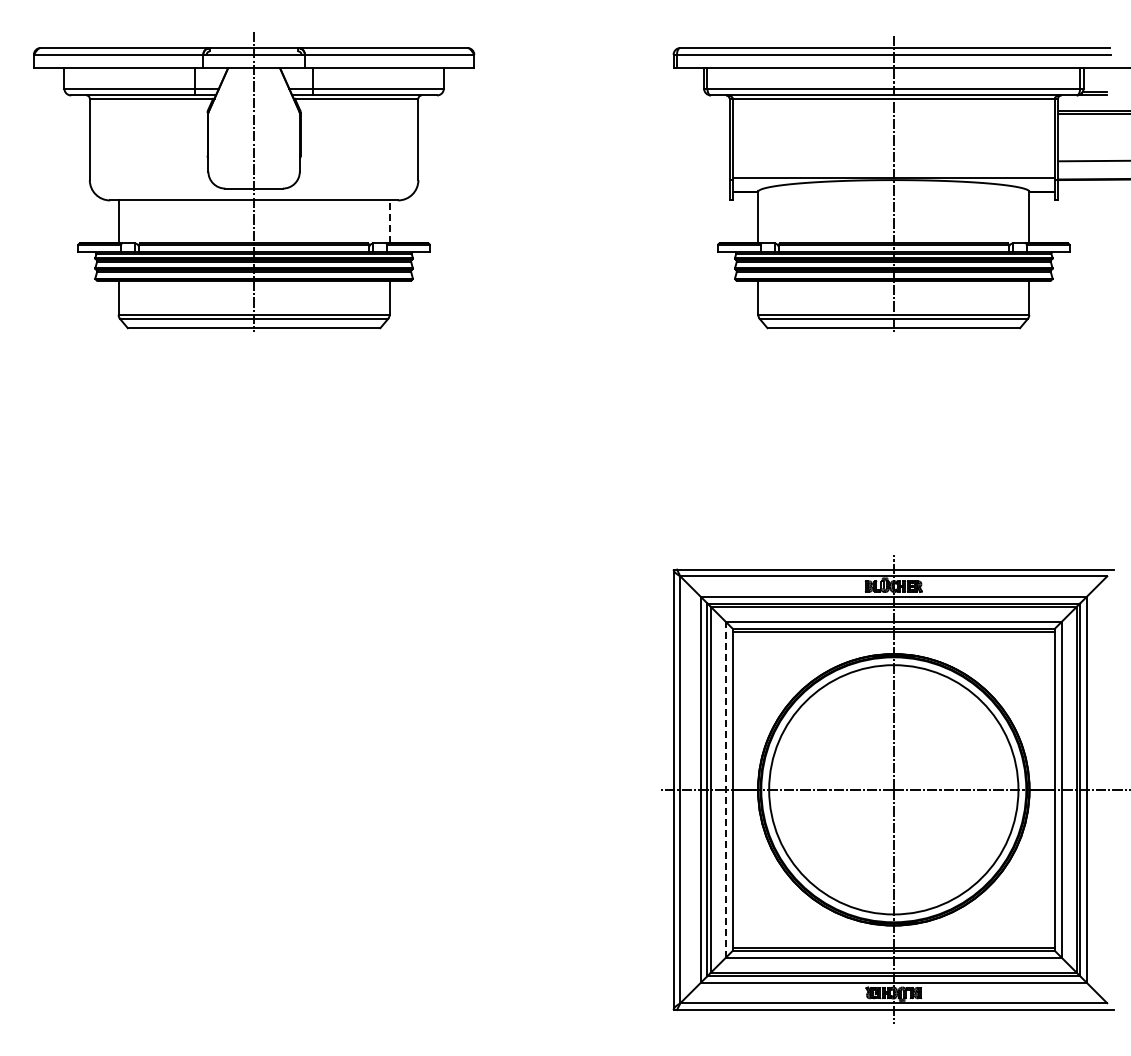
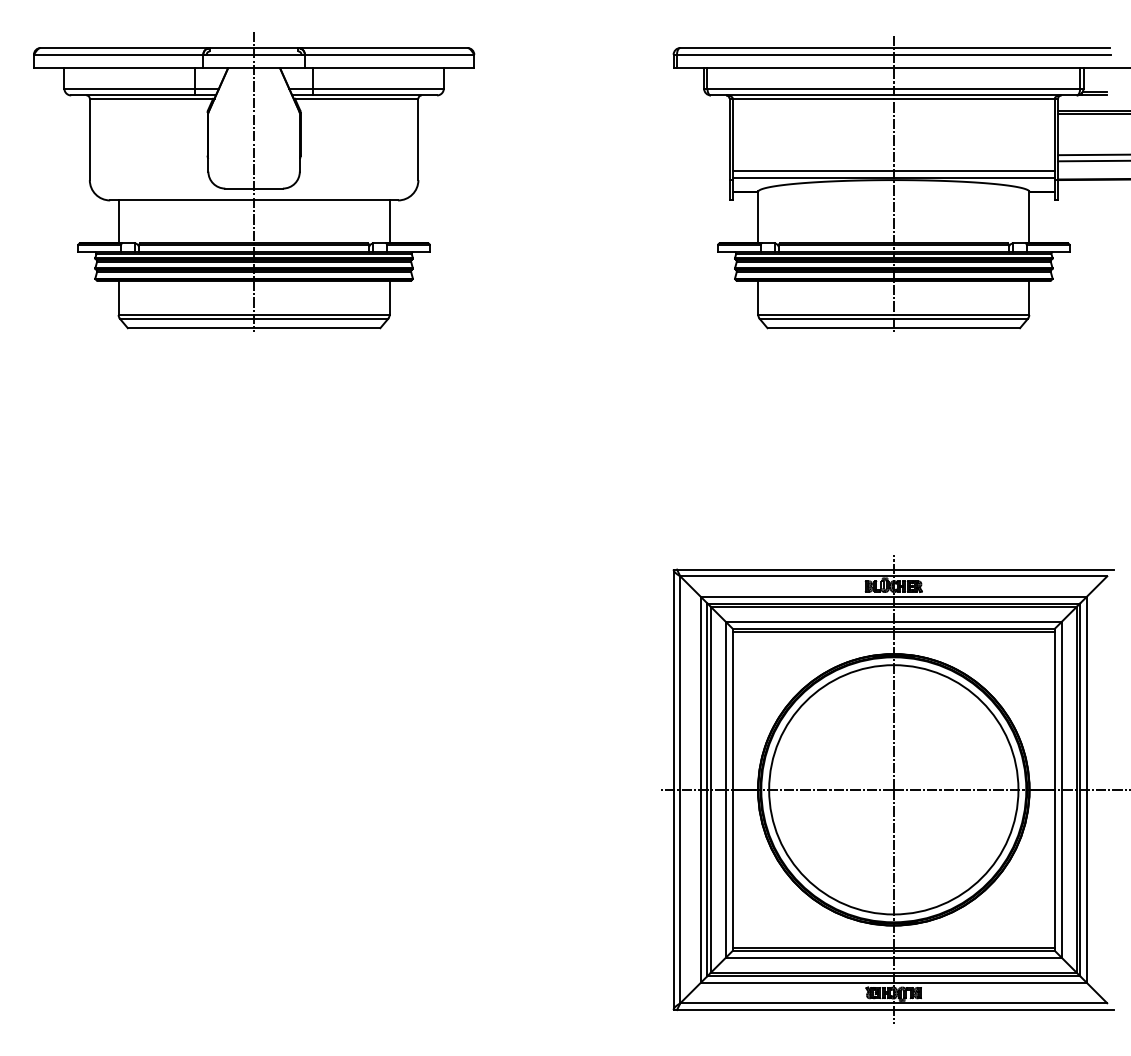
line at (1092, 154): none -> present
line at (893, 171): none -> present
line at (389, 221): dashed -> solid
line at (726, 789): dashed -> solid
